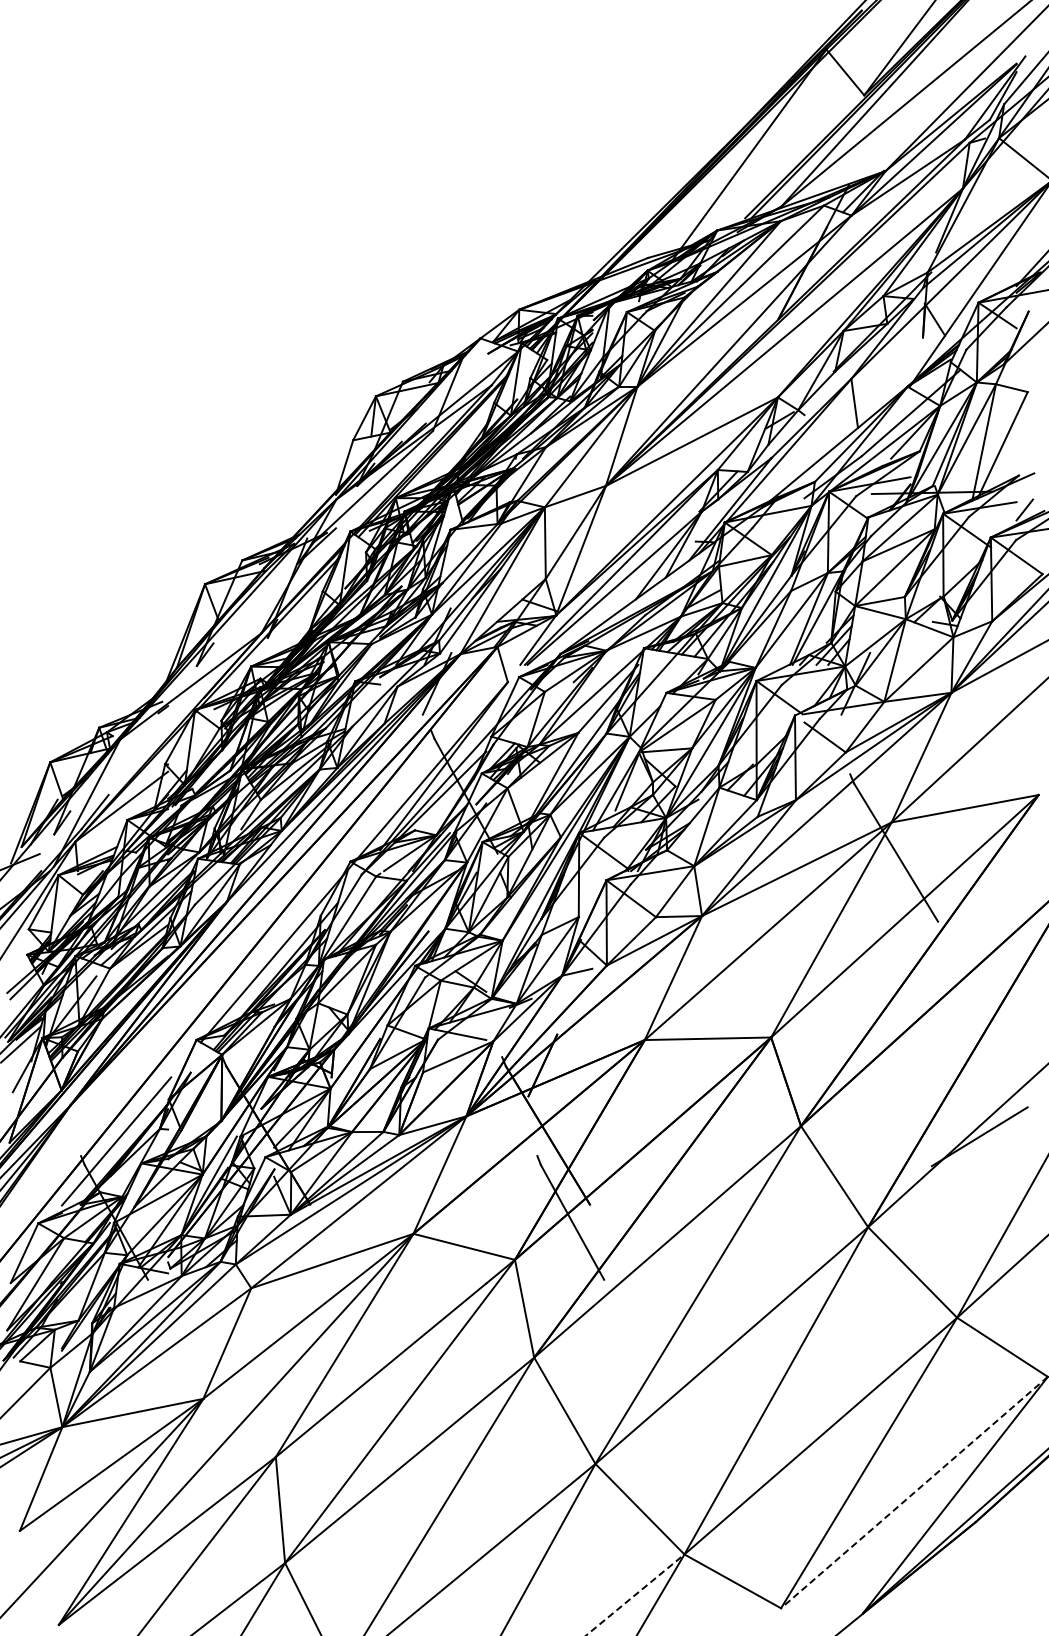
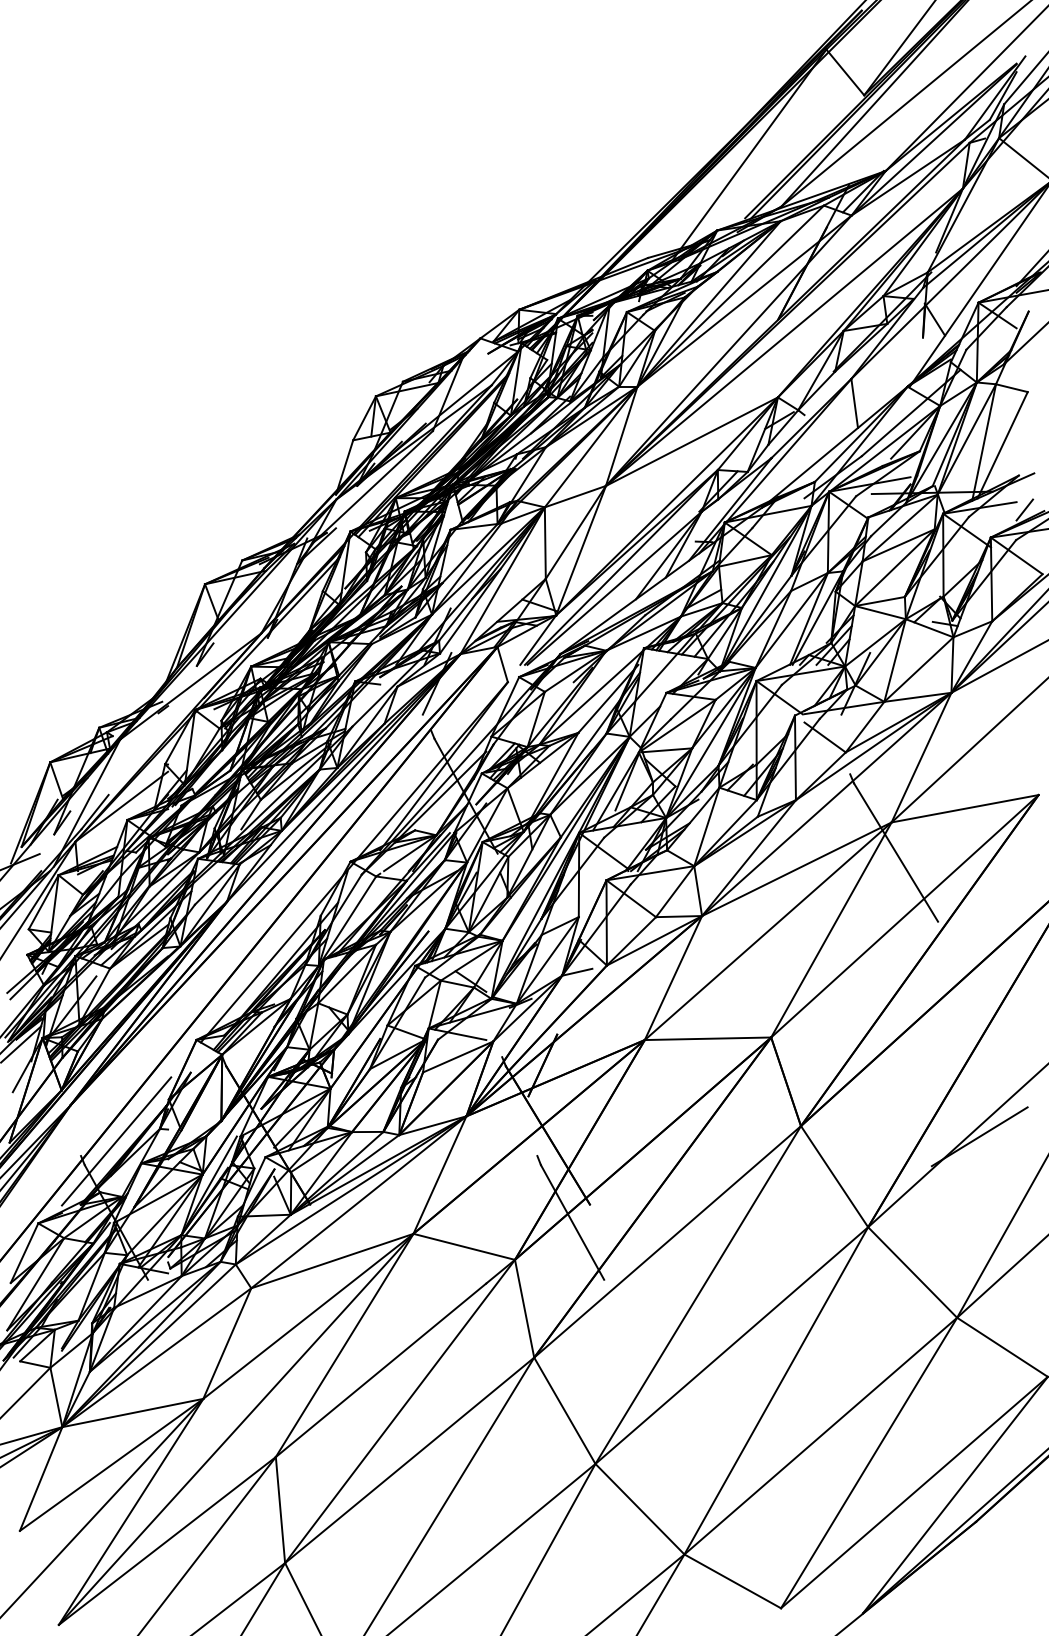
line at (914, 1492): dashed -> solid
line at (635, 1595): dashed -> solid
